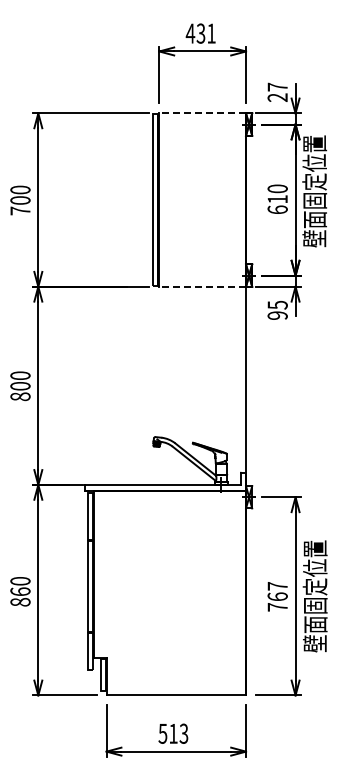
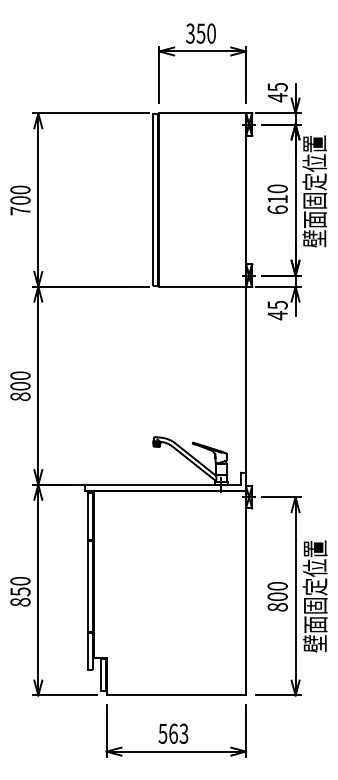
text at (200, 33): 431 -> 350
text at (277, 92): 27 -> 45
line at (202, 113): dashed -> solid
line at (202, 286): dashed -> solid
text at (277, 315): 95 -> 45
text at (20, 591): 860 -> 850
text at (277, 596): 767 -> 800
text at (173, 733): 513 -> 563
